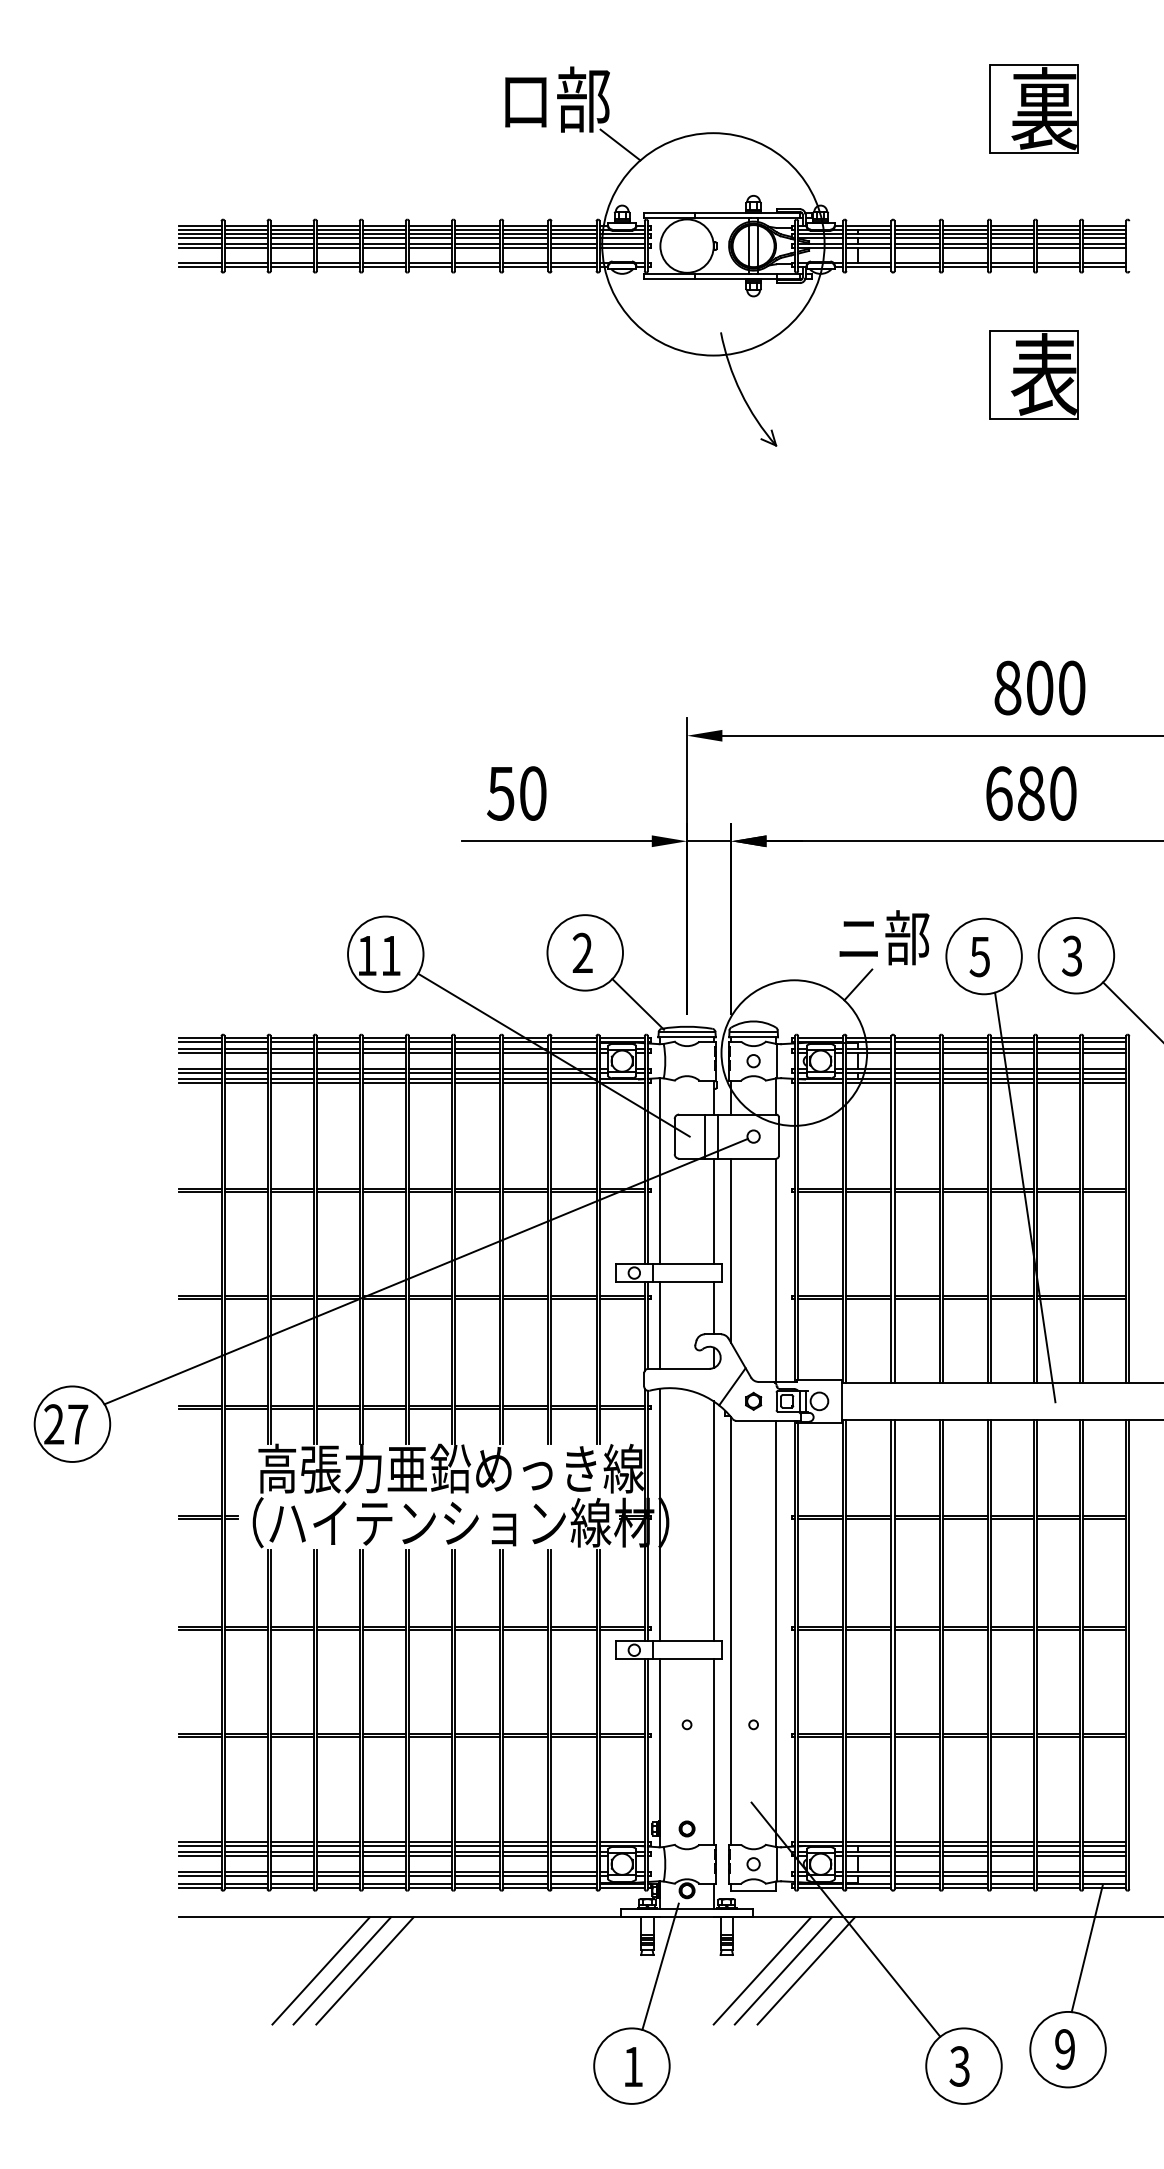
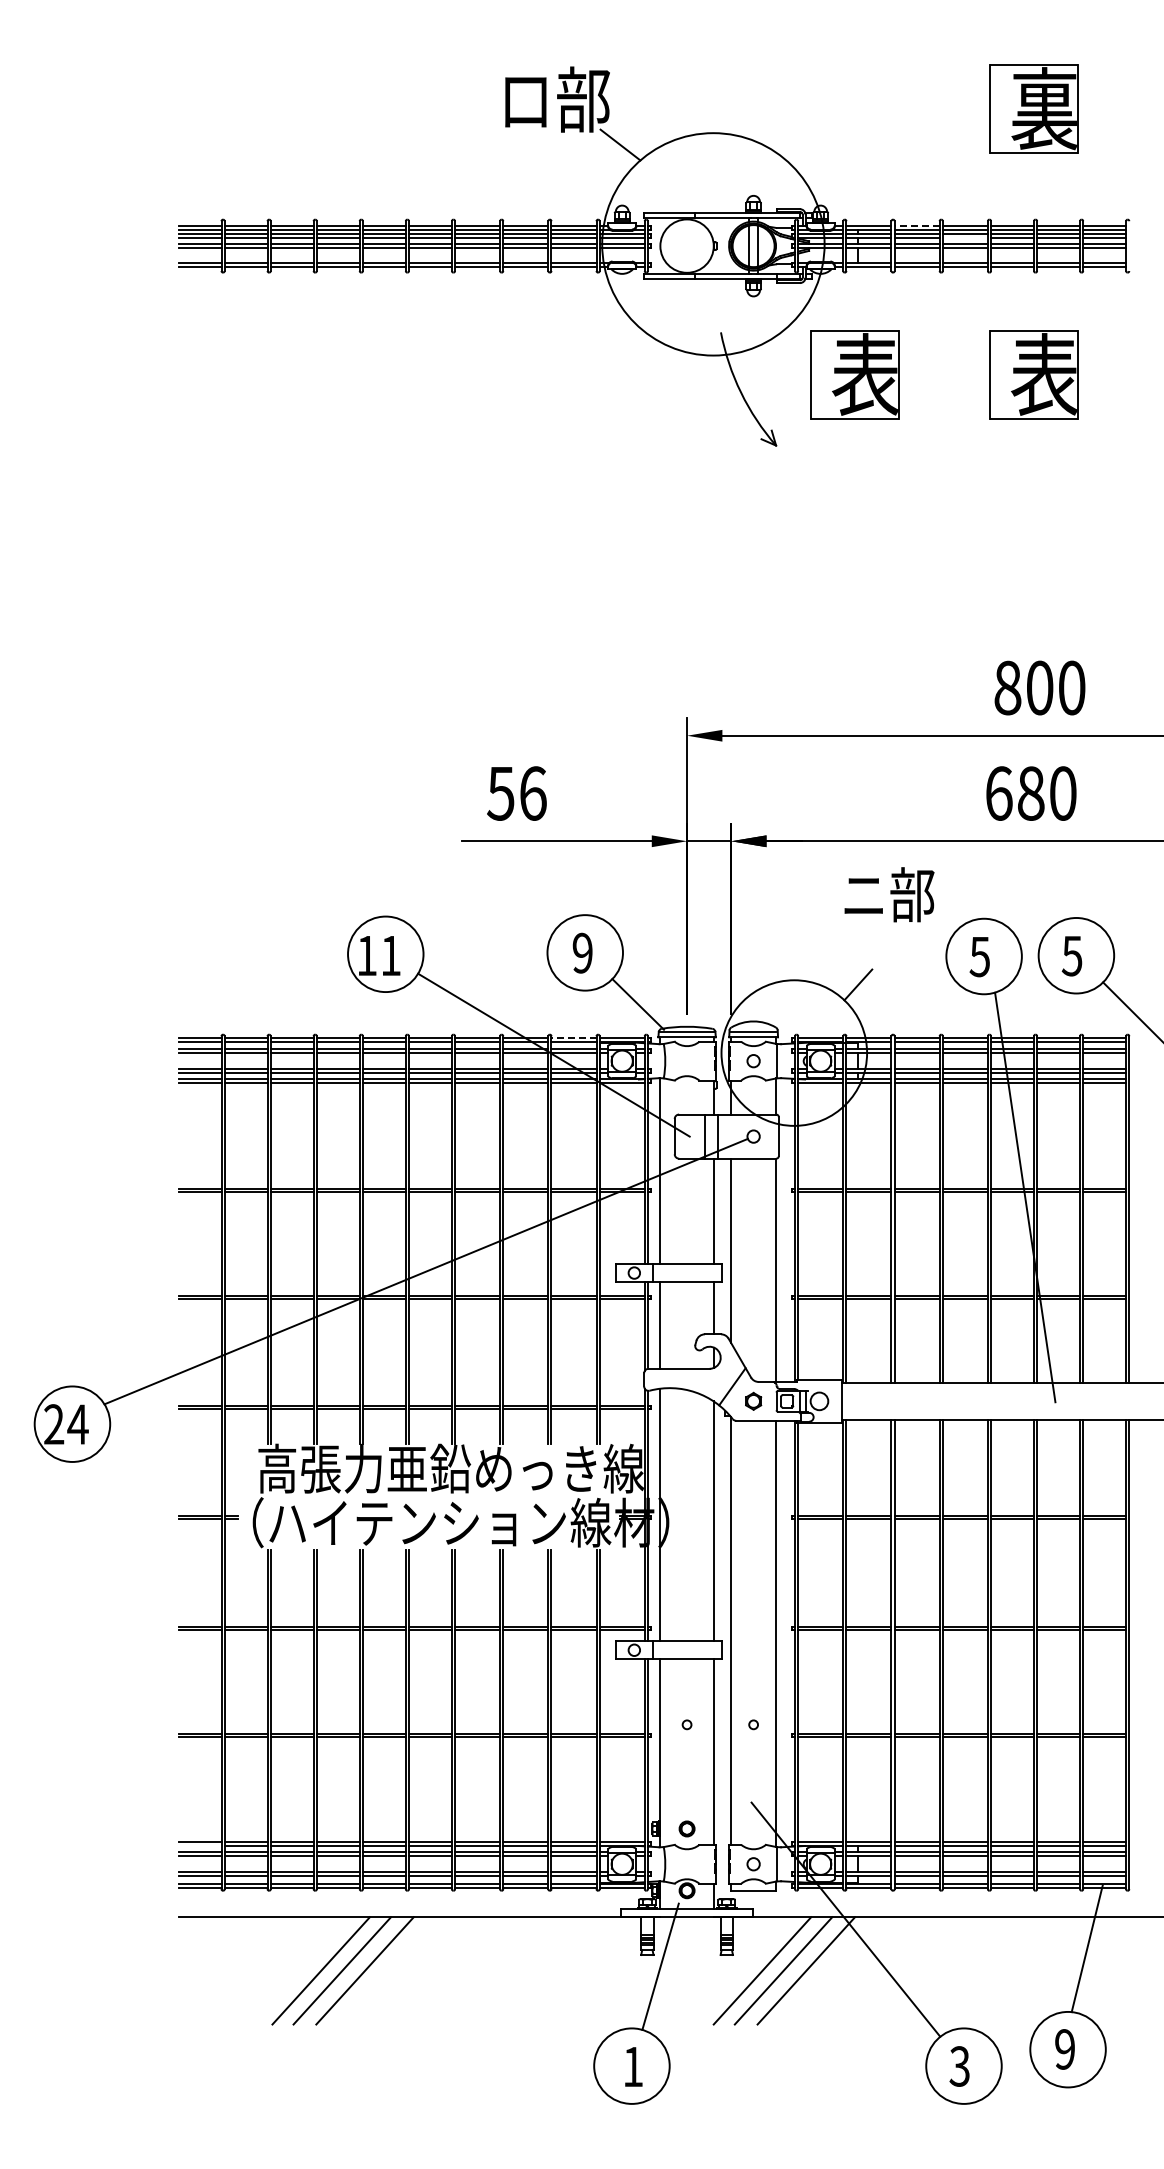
line at (917, 225): solid -> dashed
line at (964, 238): present -> none
part at (854, 374): none -> present
text at (533, 793): 50 -> 56
text at (884, 937) position: (884, 937) -> (889, 894)
text at (582, 953): 2 -> 9
text at (1072, 955): 3 -> 5
line at (574, 1037): solid -> dashed
text at (77, 1424): 27 -> 24
line at (199, 1845): present -> none
